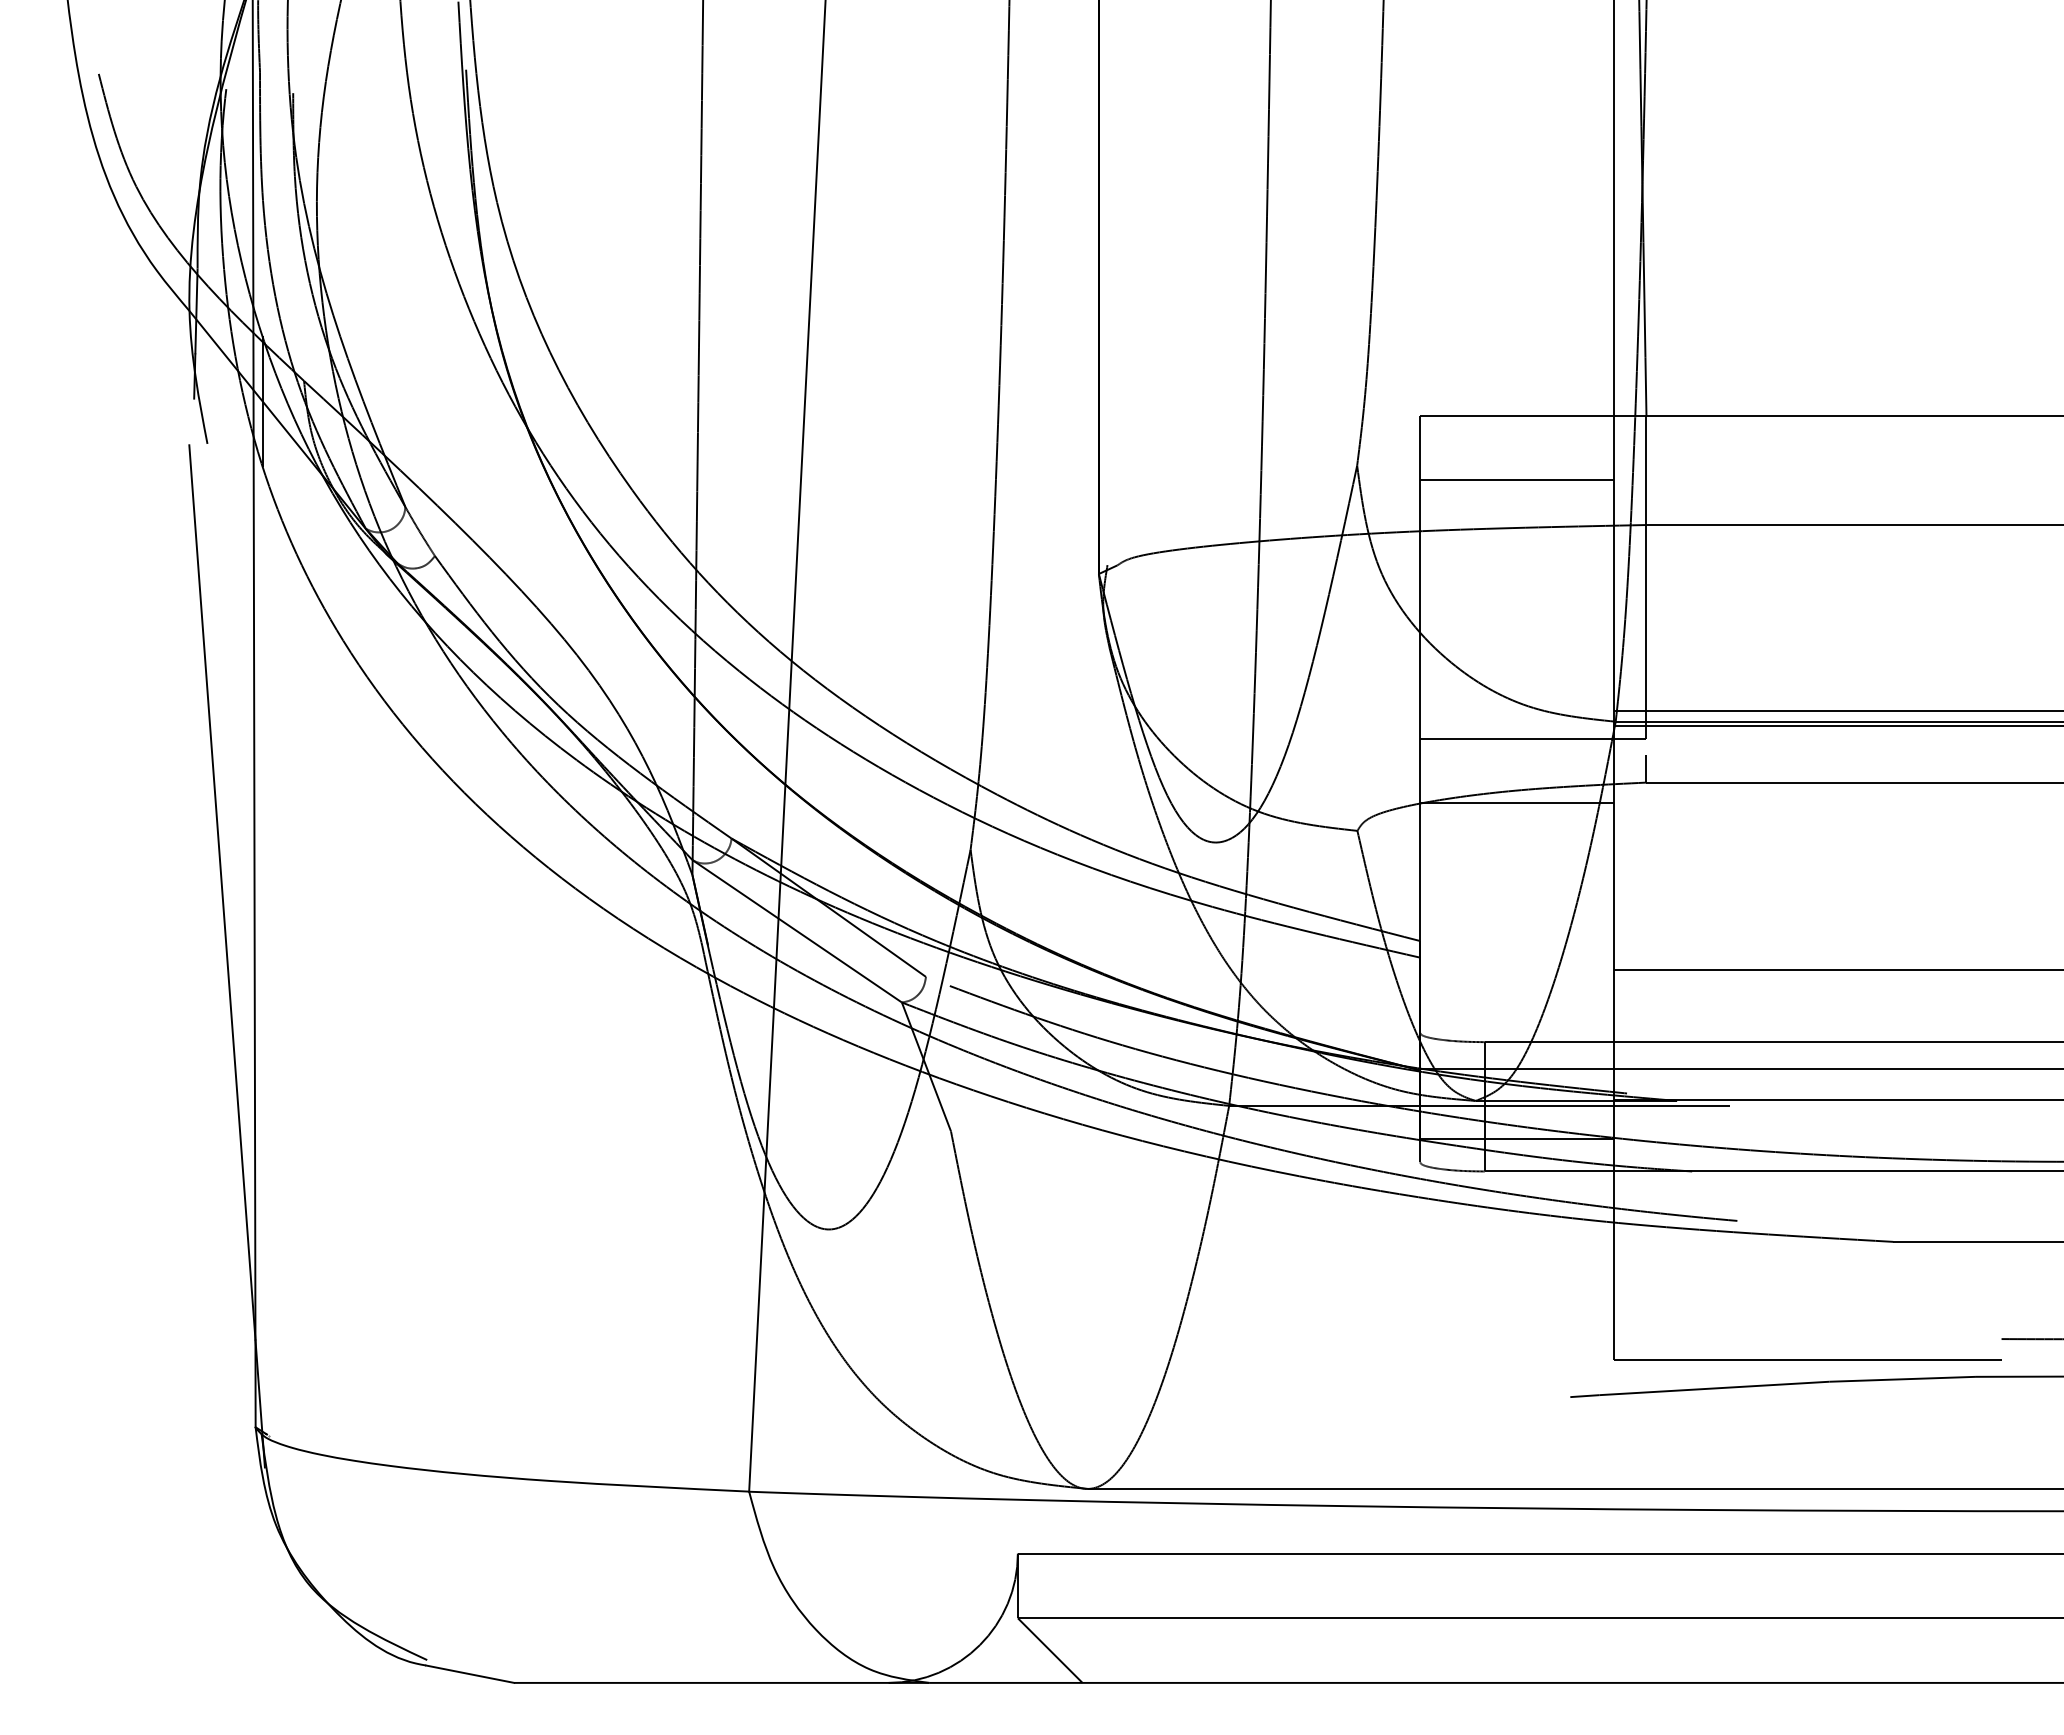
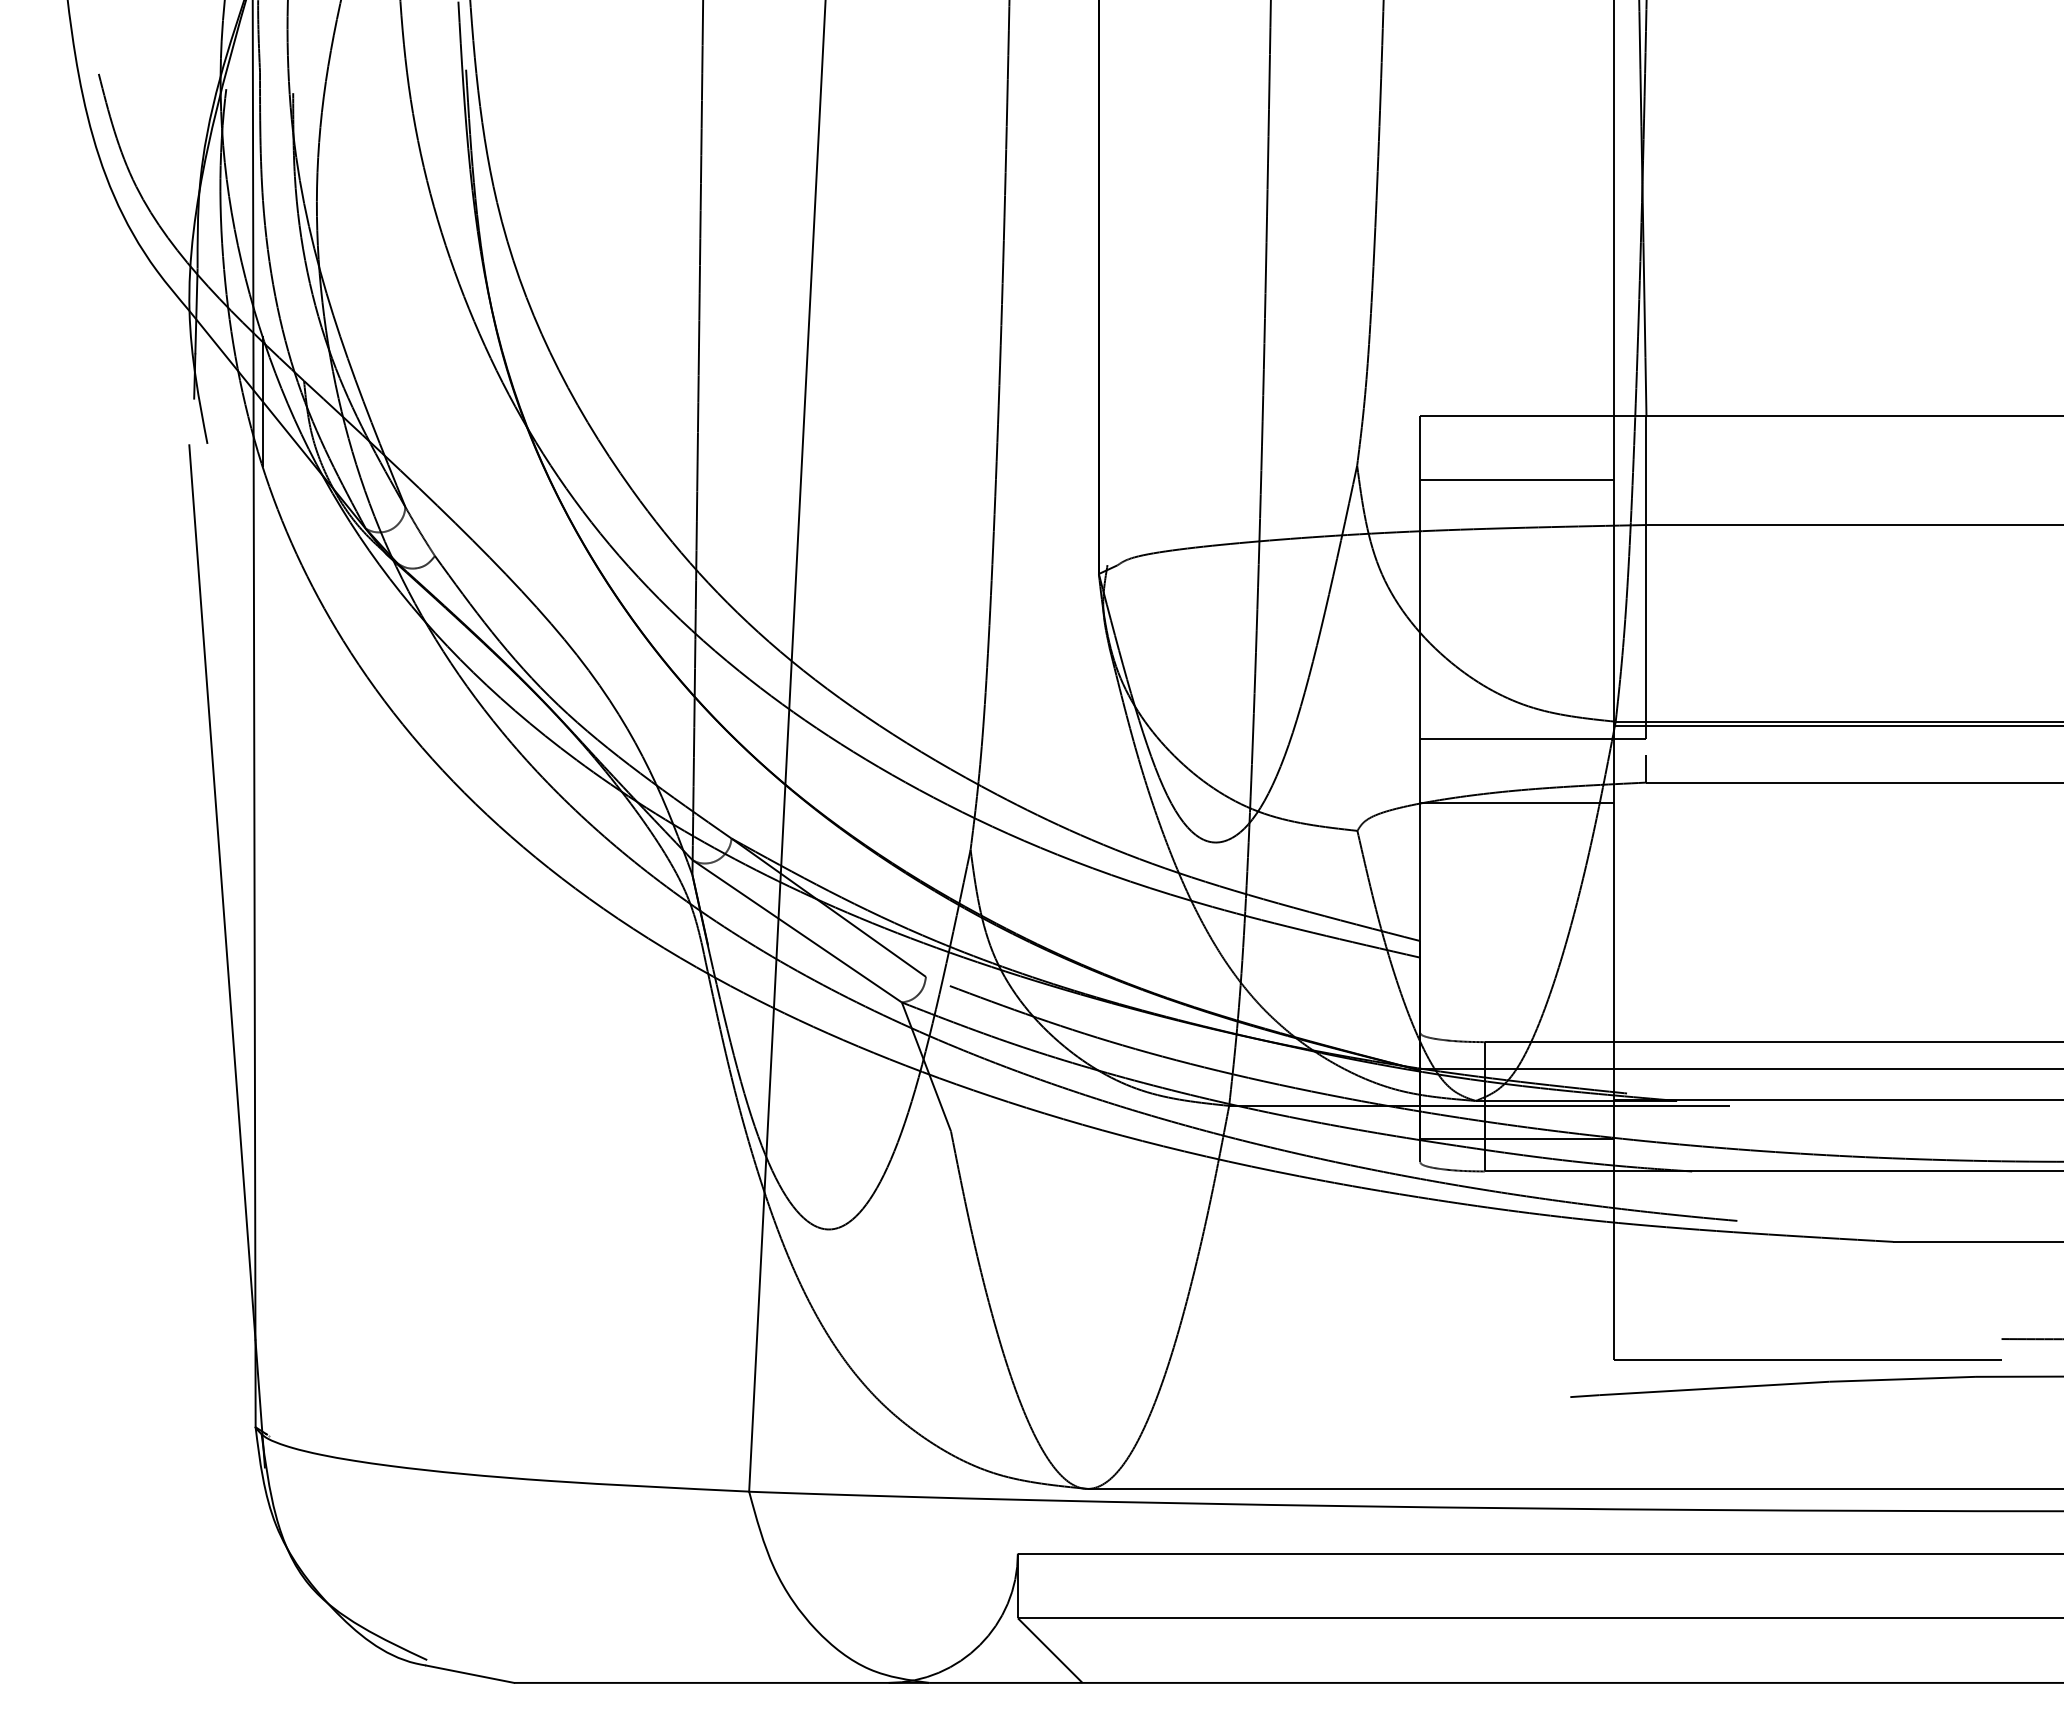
line at (1837, 711): present -> none
line at (1837, 969): present -> none
